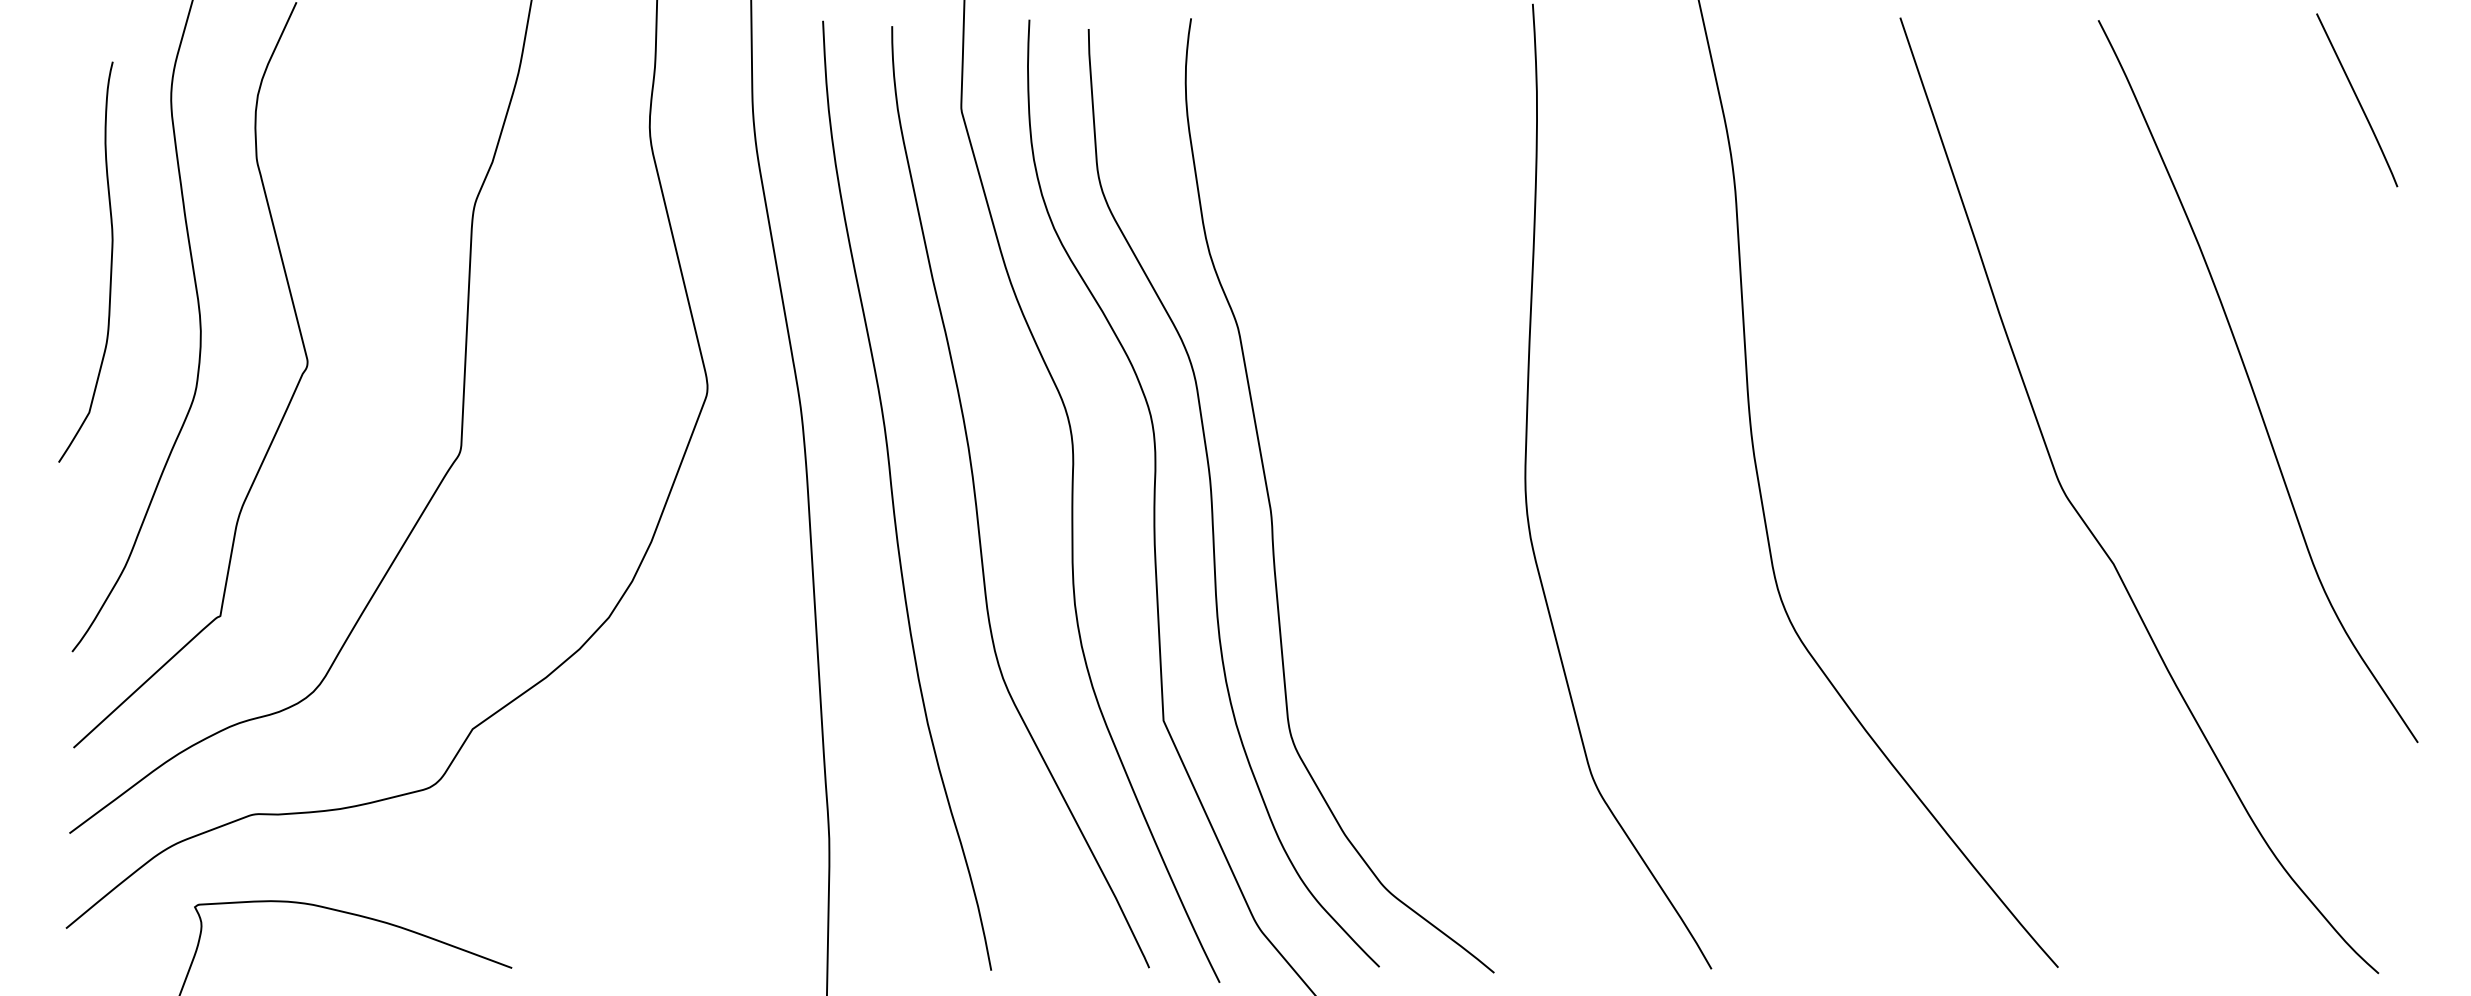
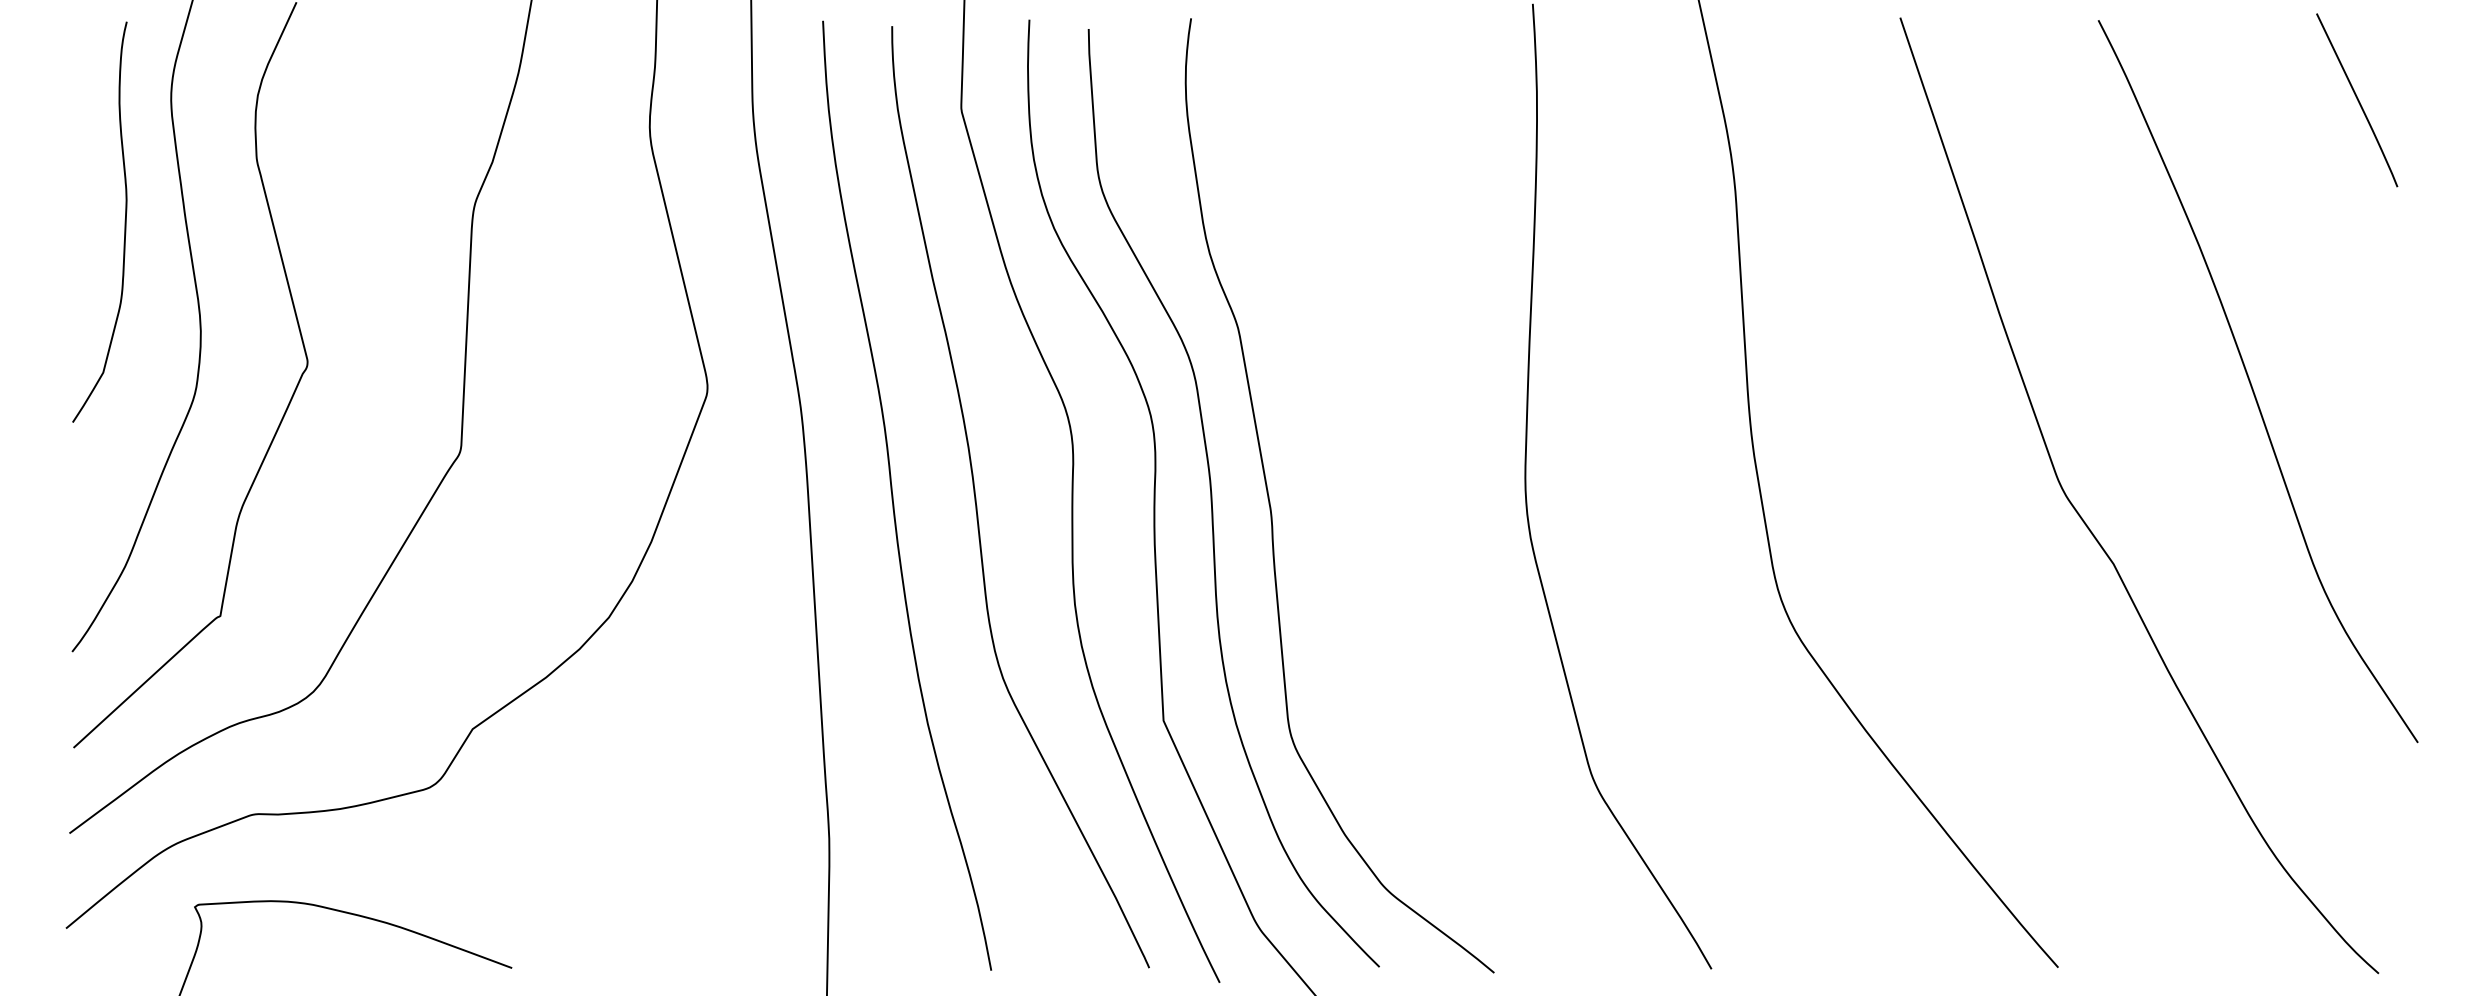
curve at (110, 261) position: (110, 261) -> (124, 221)
